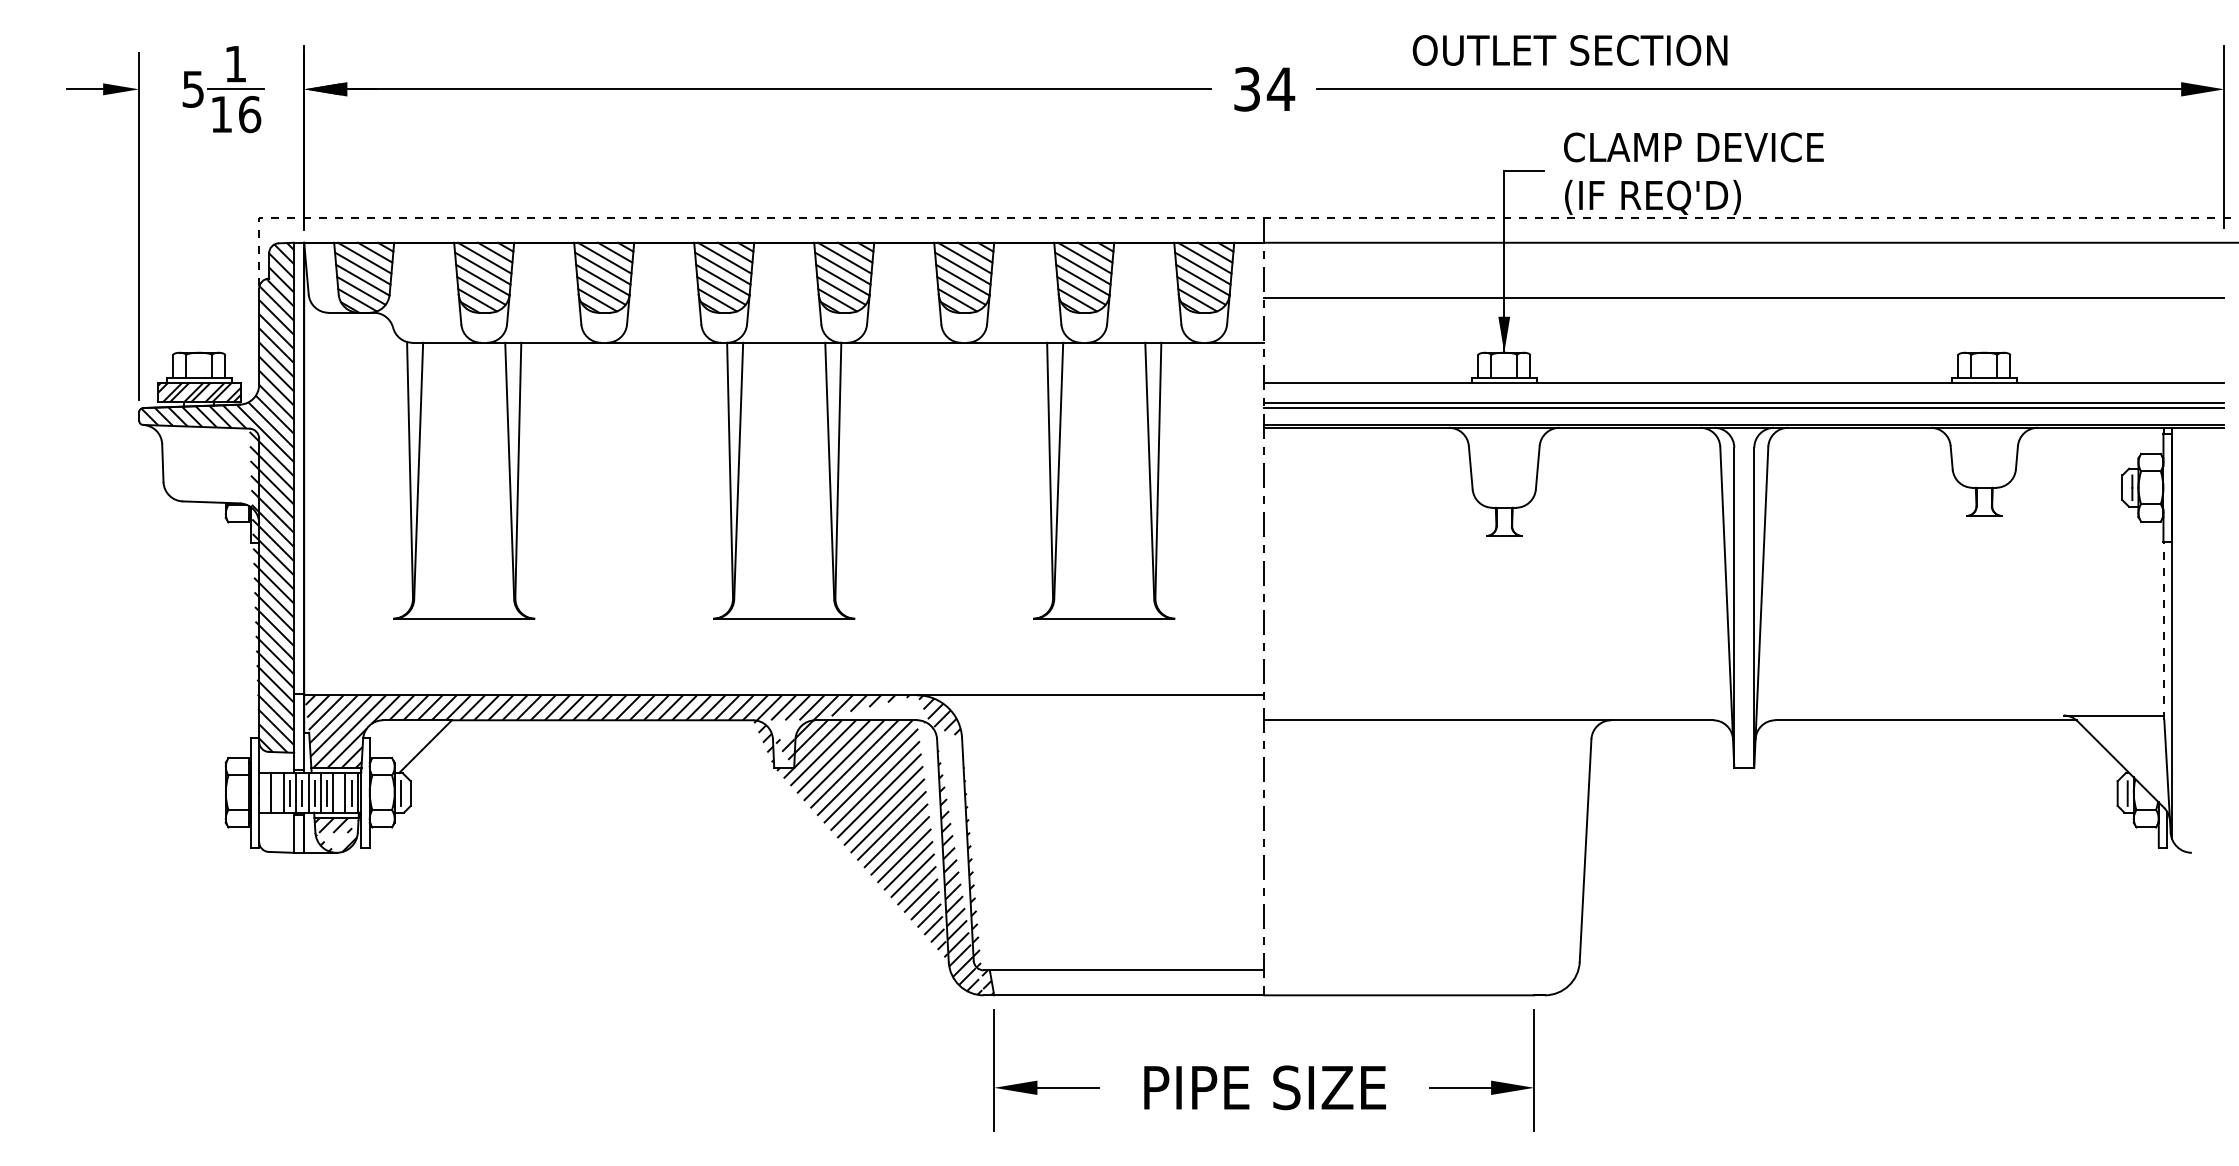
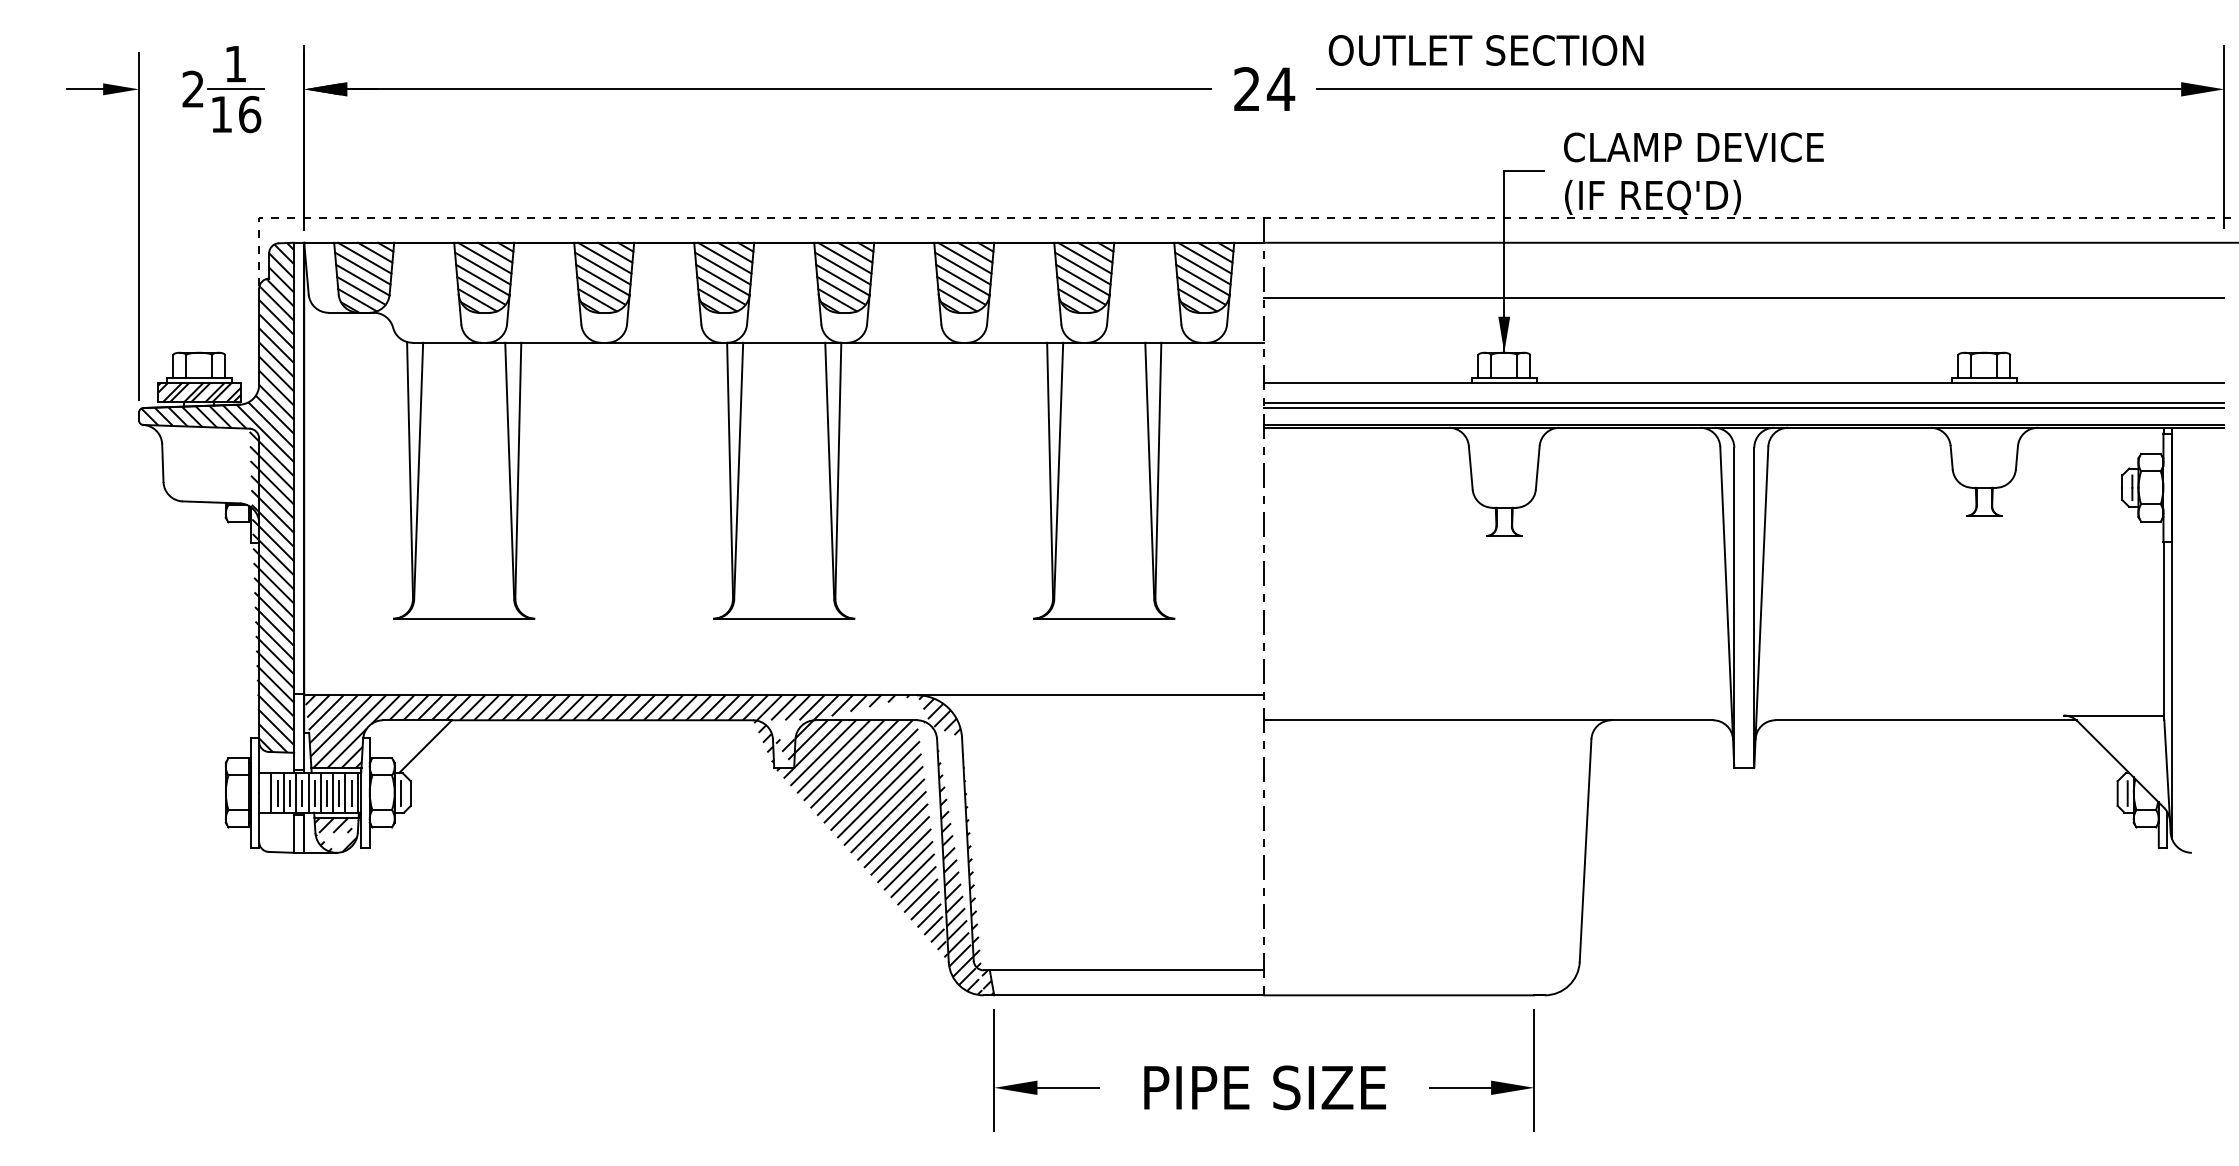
text at (1569, 50) position: (1569, 50) -> (1485, 50)
text at (192, 88): 5 -> 2
text at (1246, 89): 34 -> 24
line at (2164, 630): dashed -> solid
line at (277, 793): none -> present
line at (339, 793): none -> present
